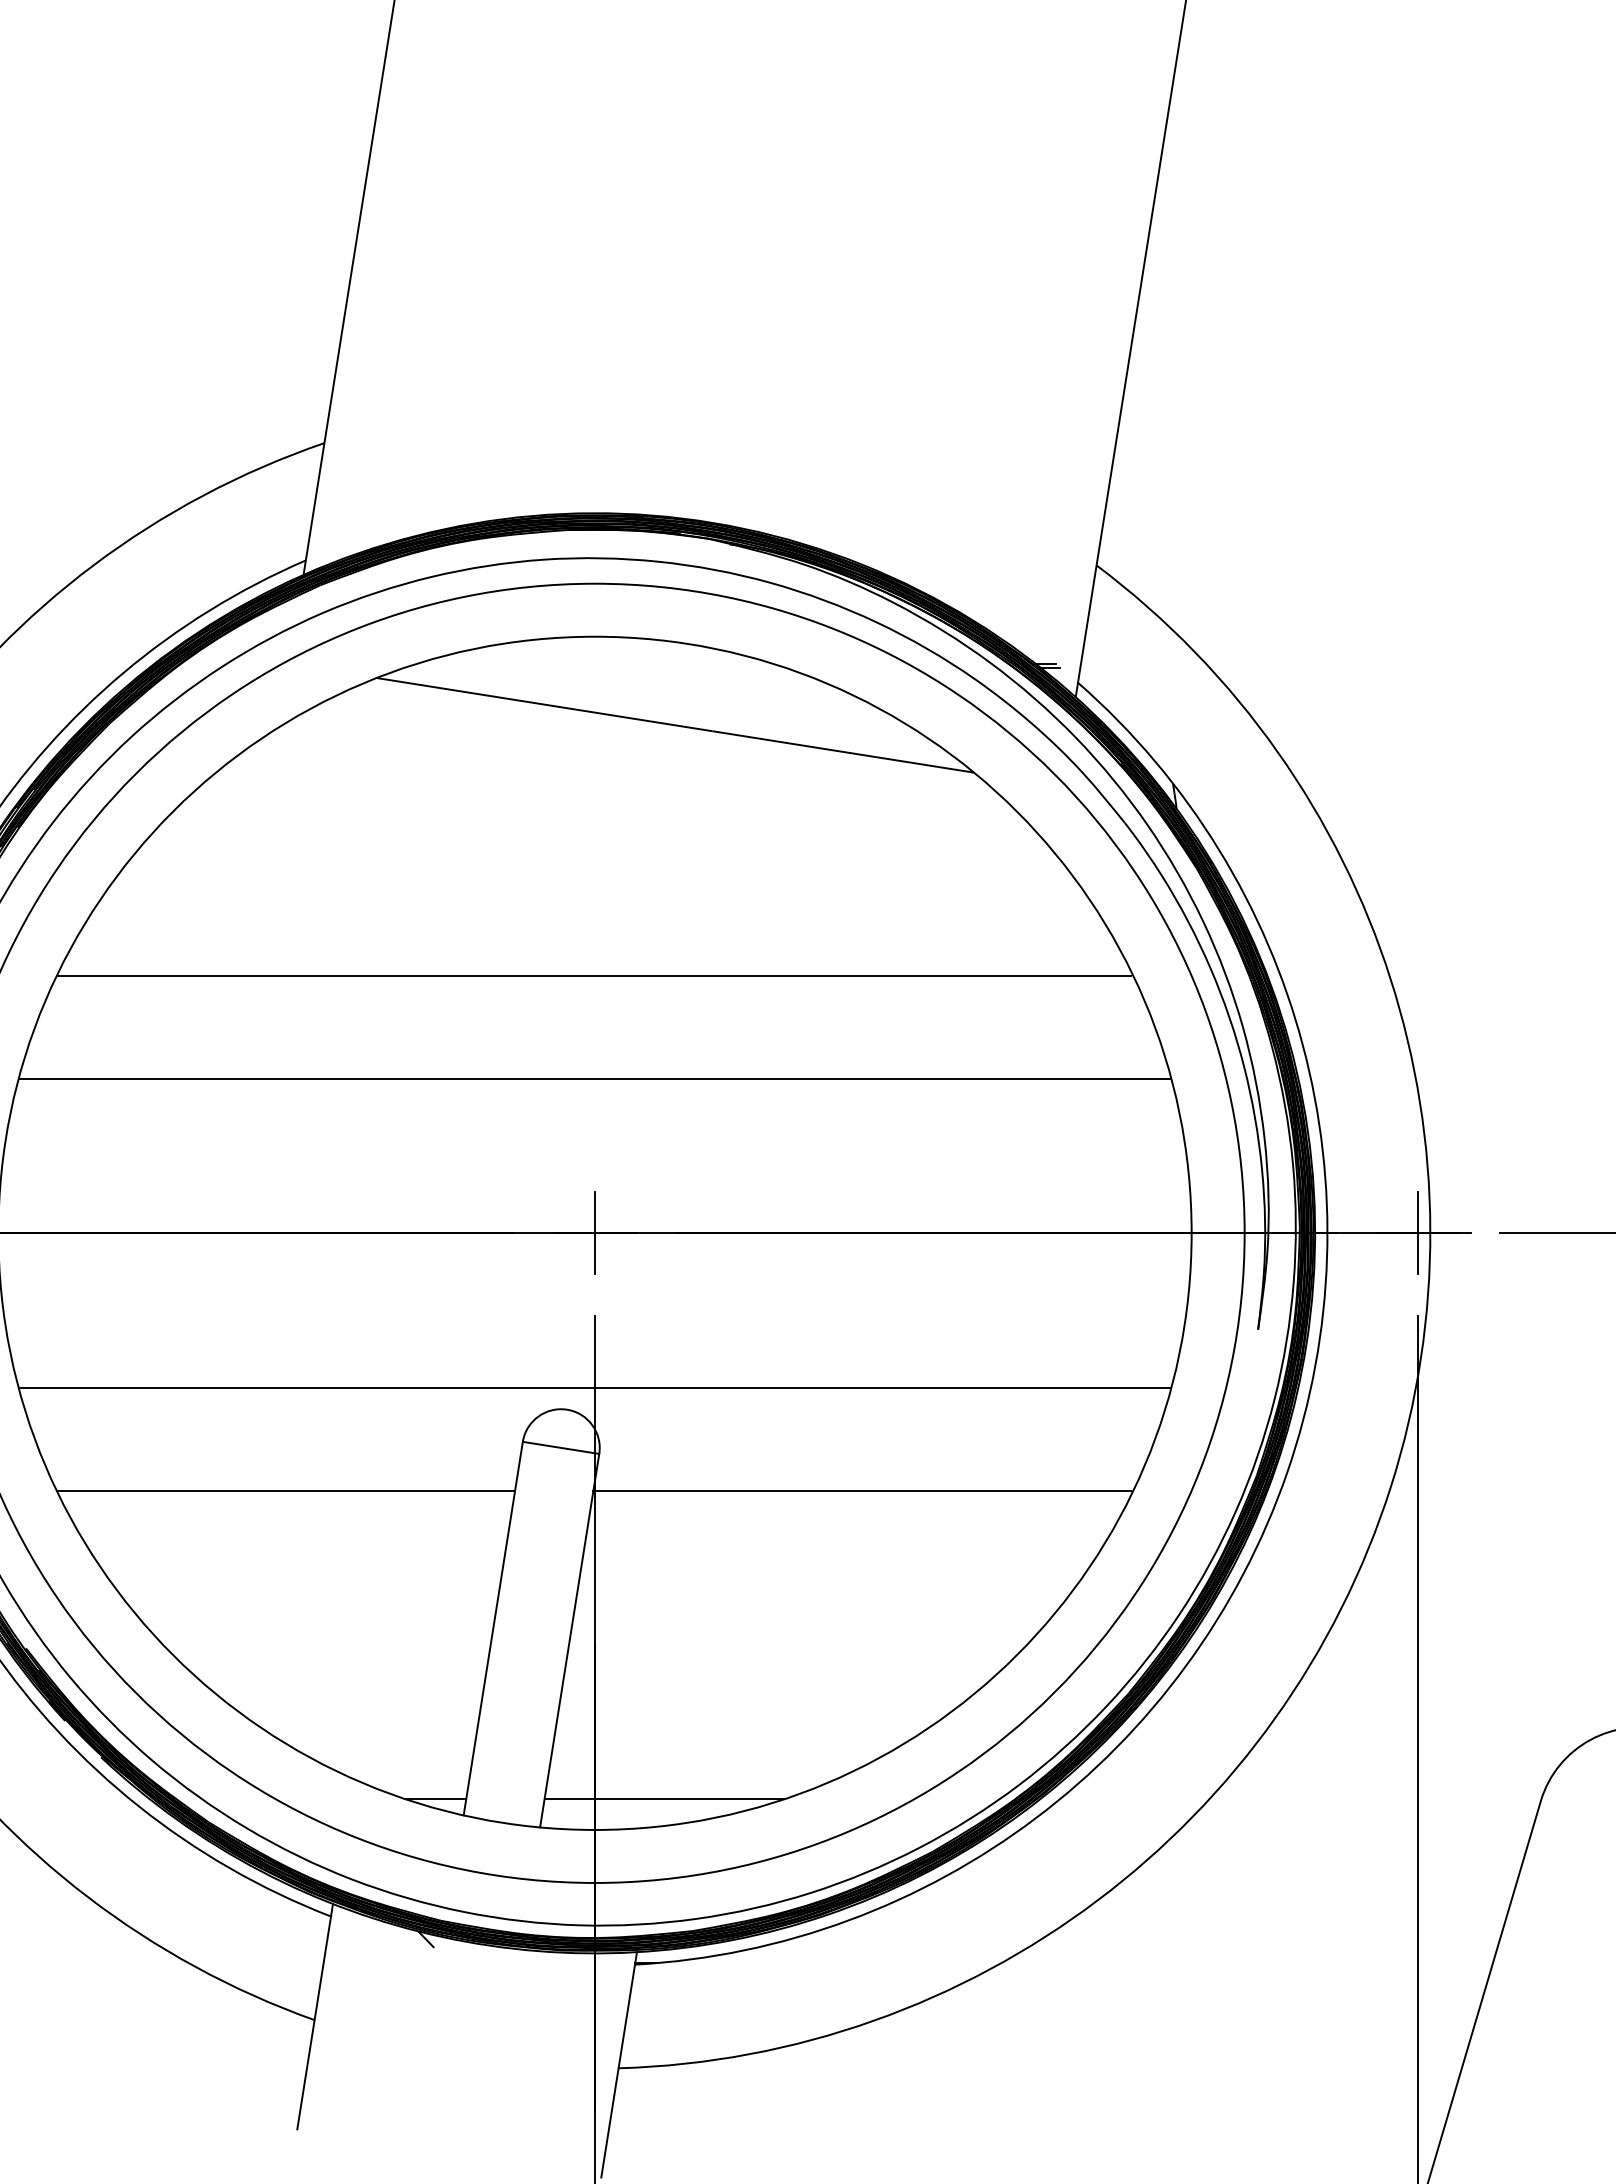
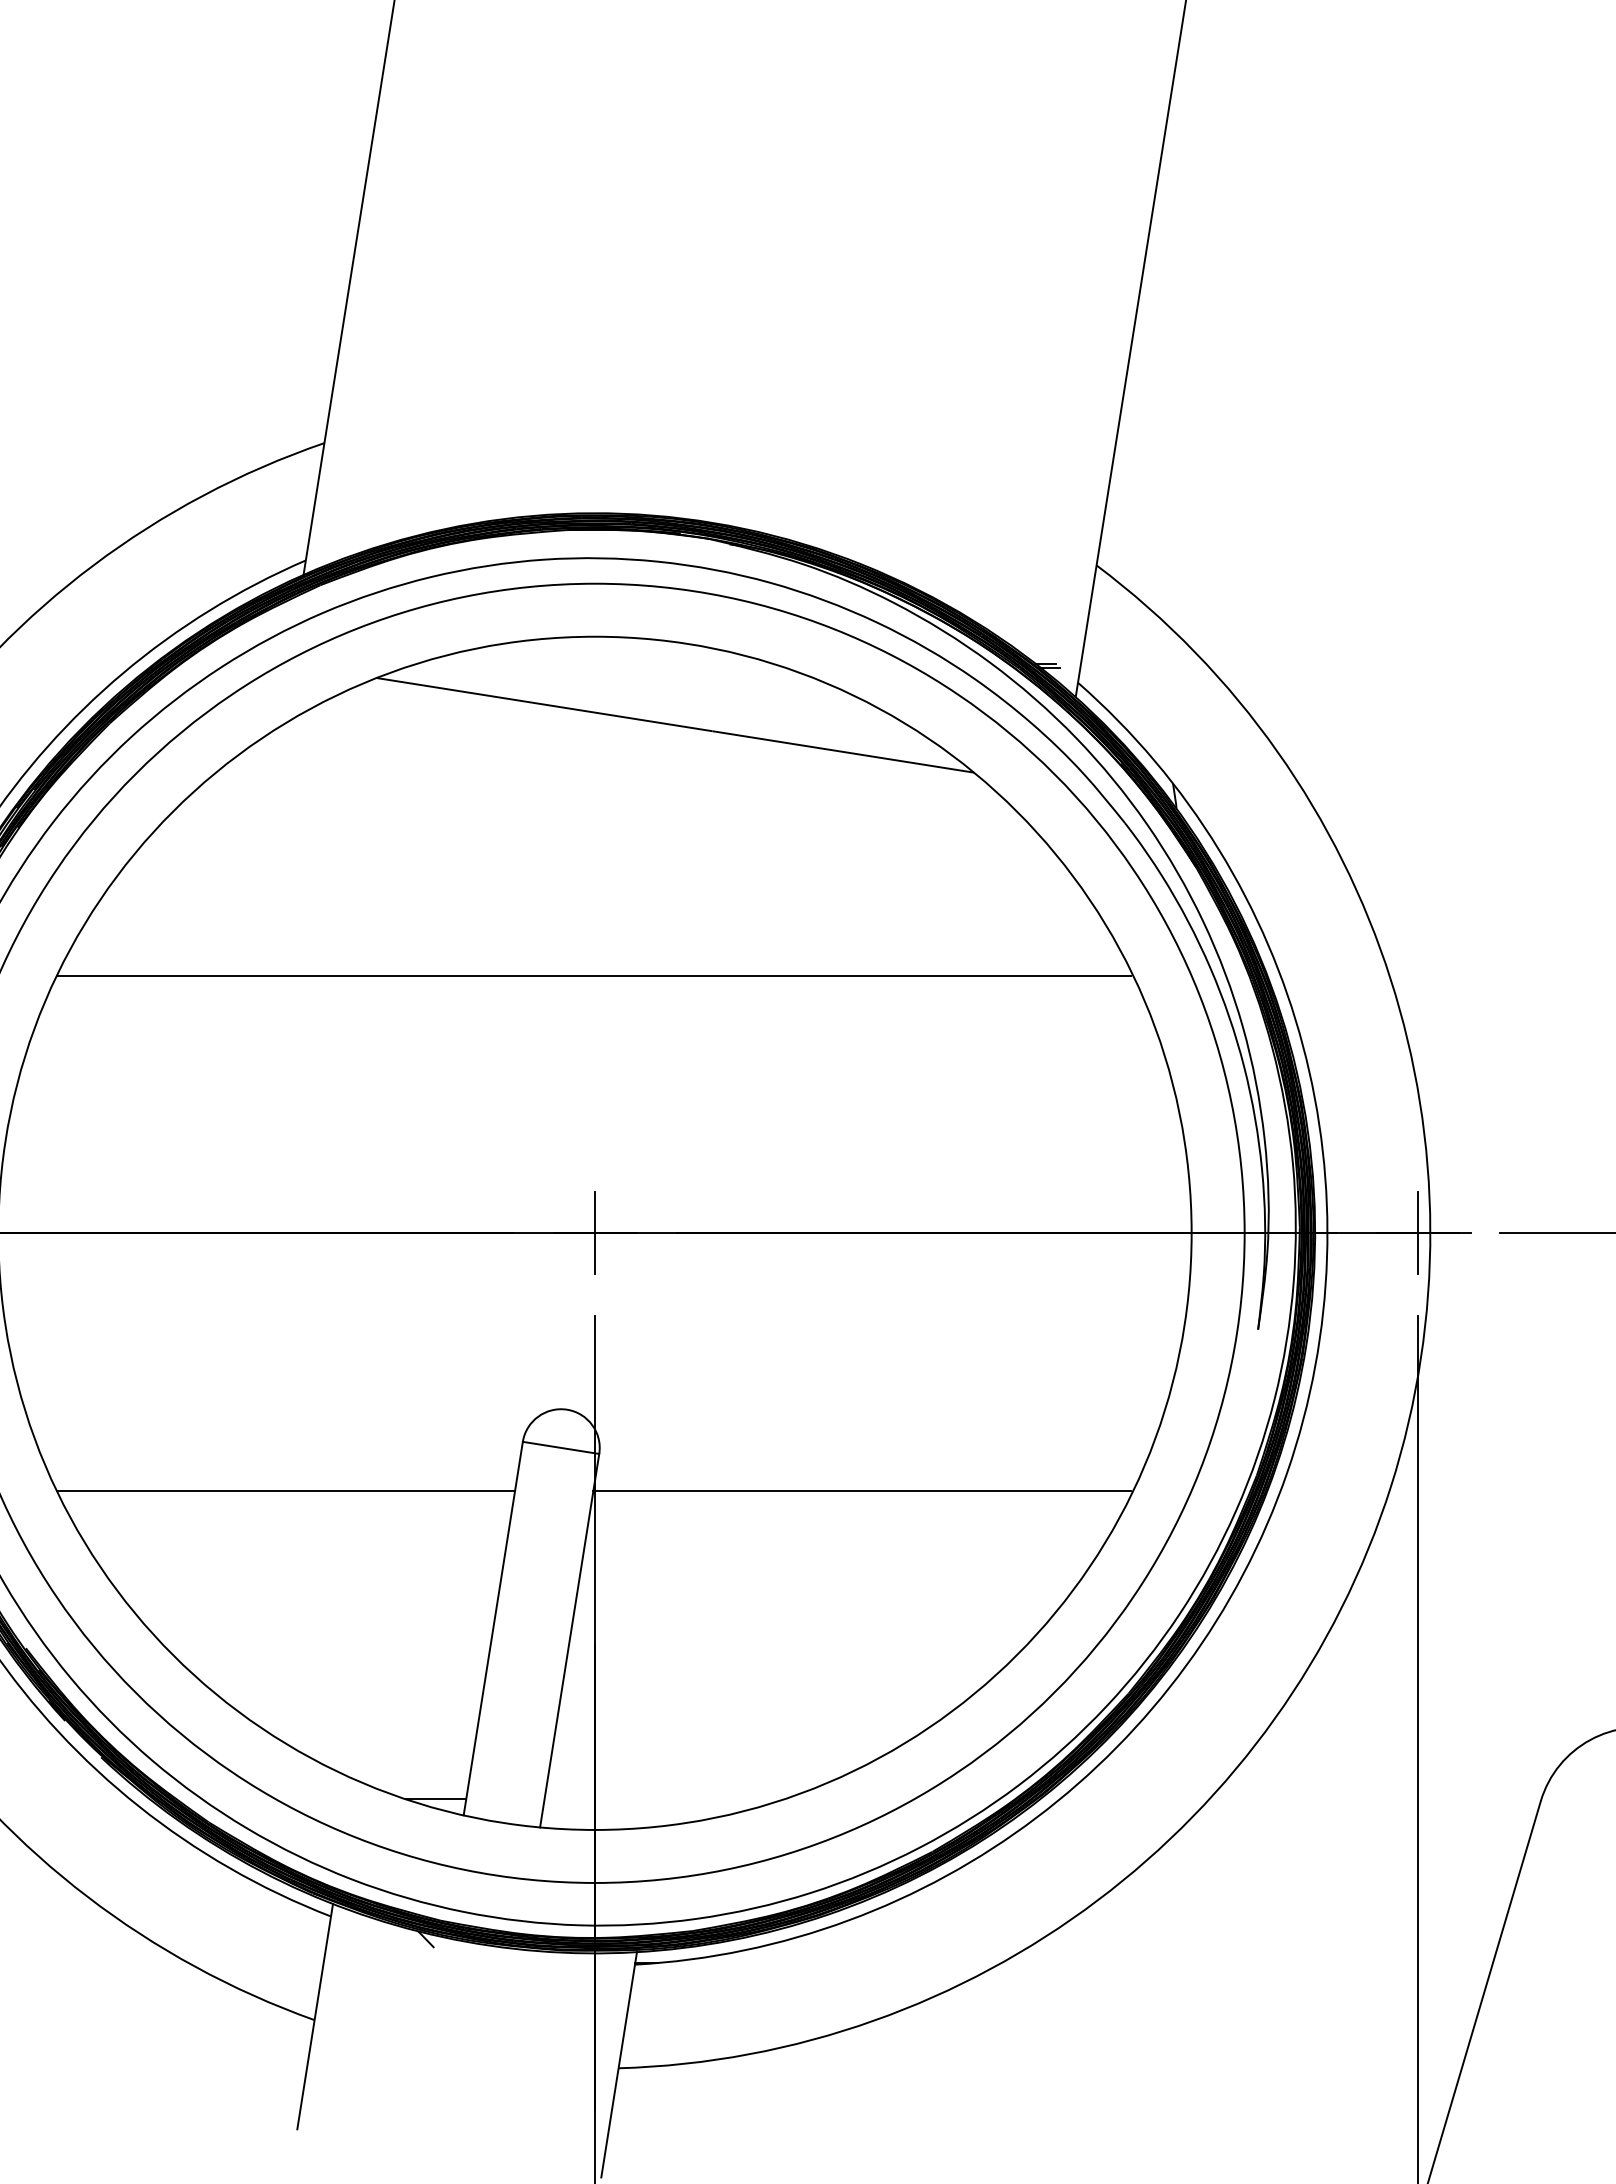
line at (594, 1079): present -> none
line at (594, 1387): present -> none
line at (664, 1799): present -> none
